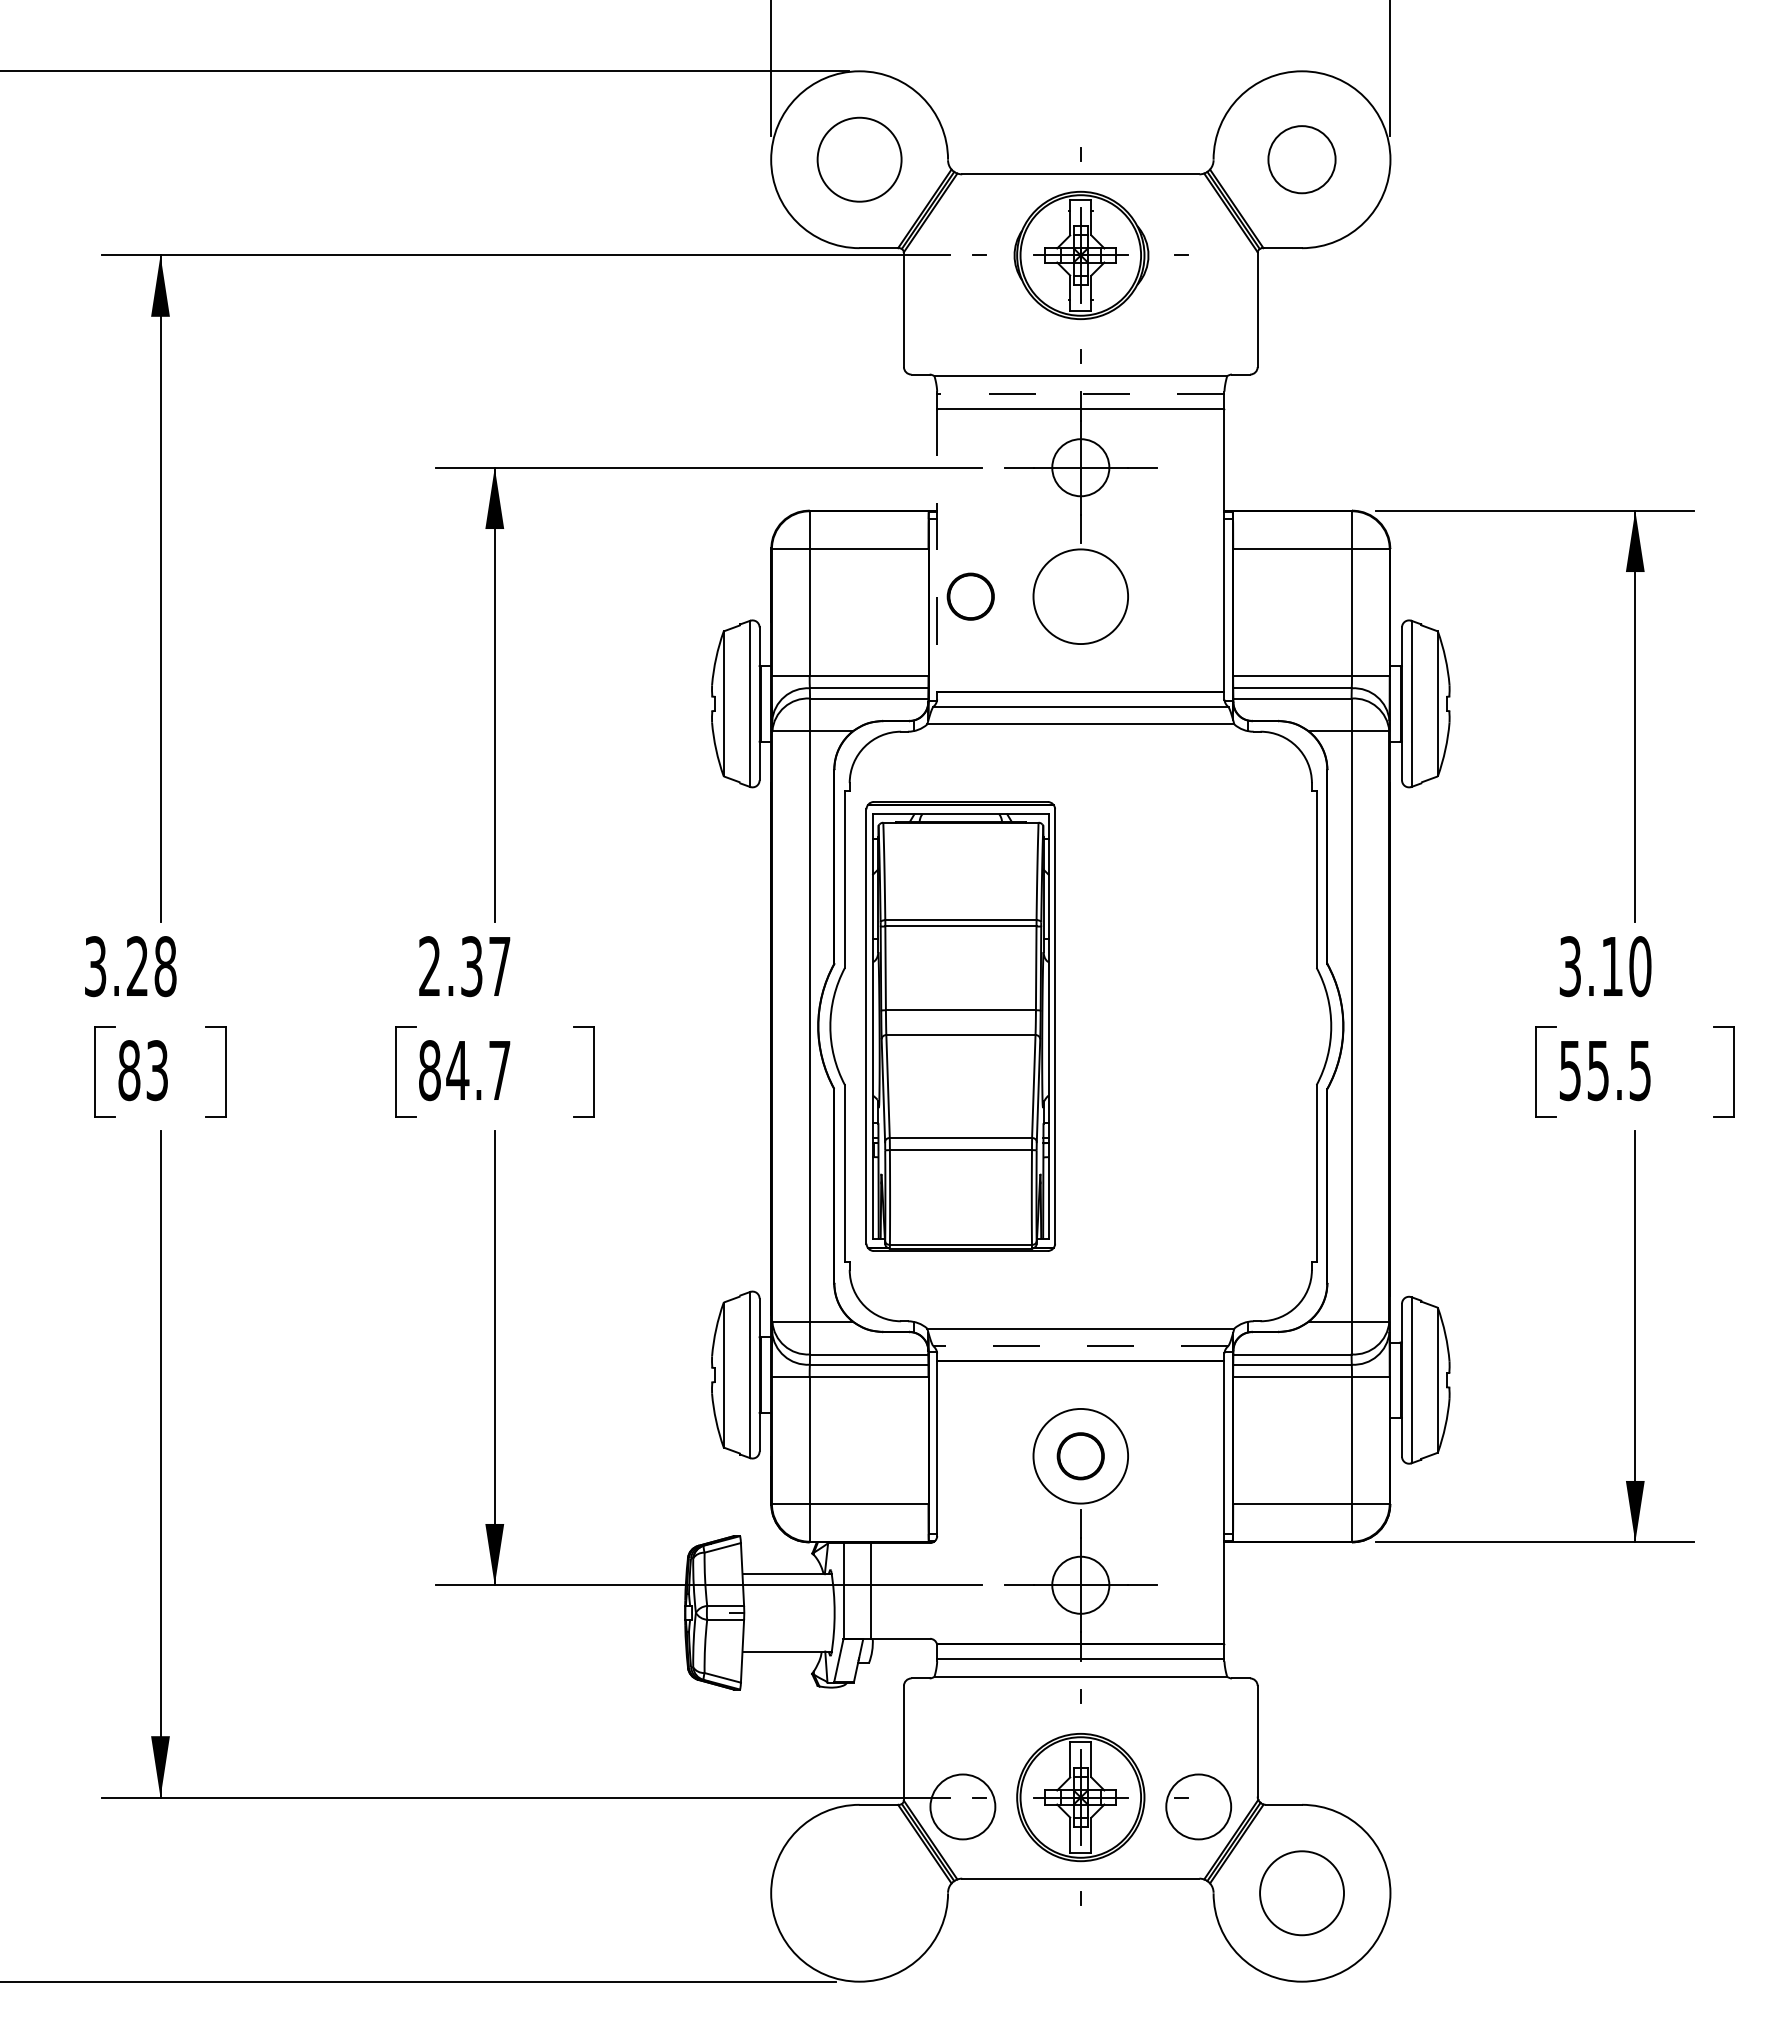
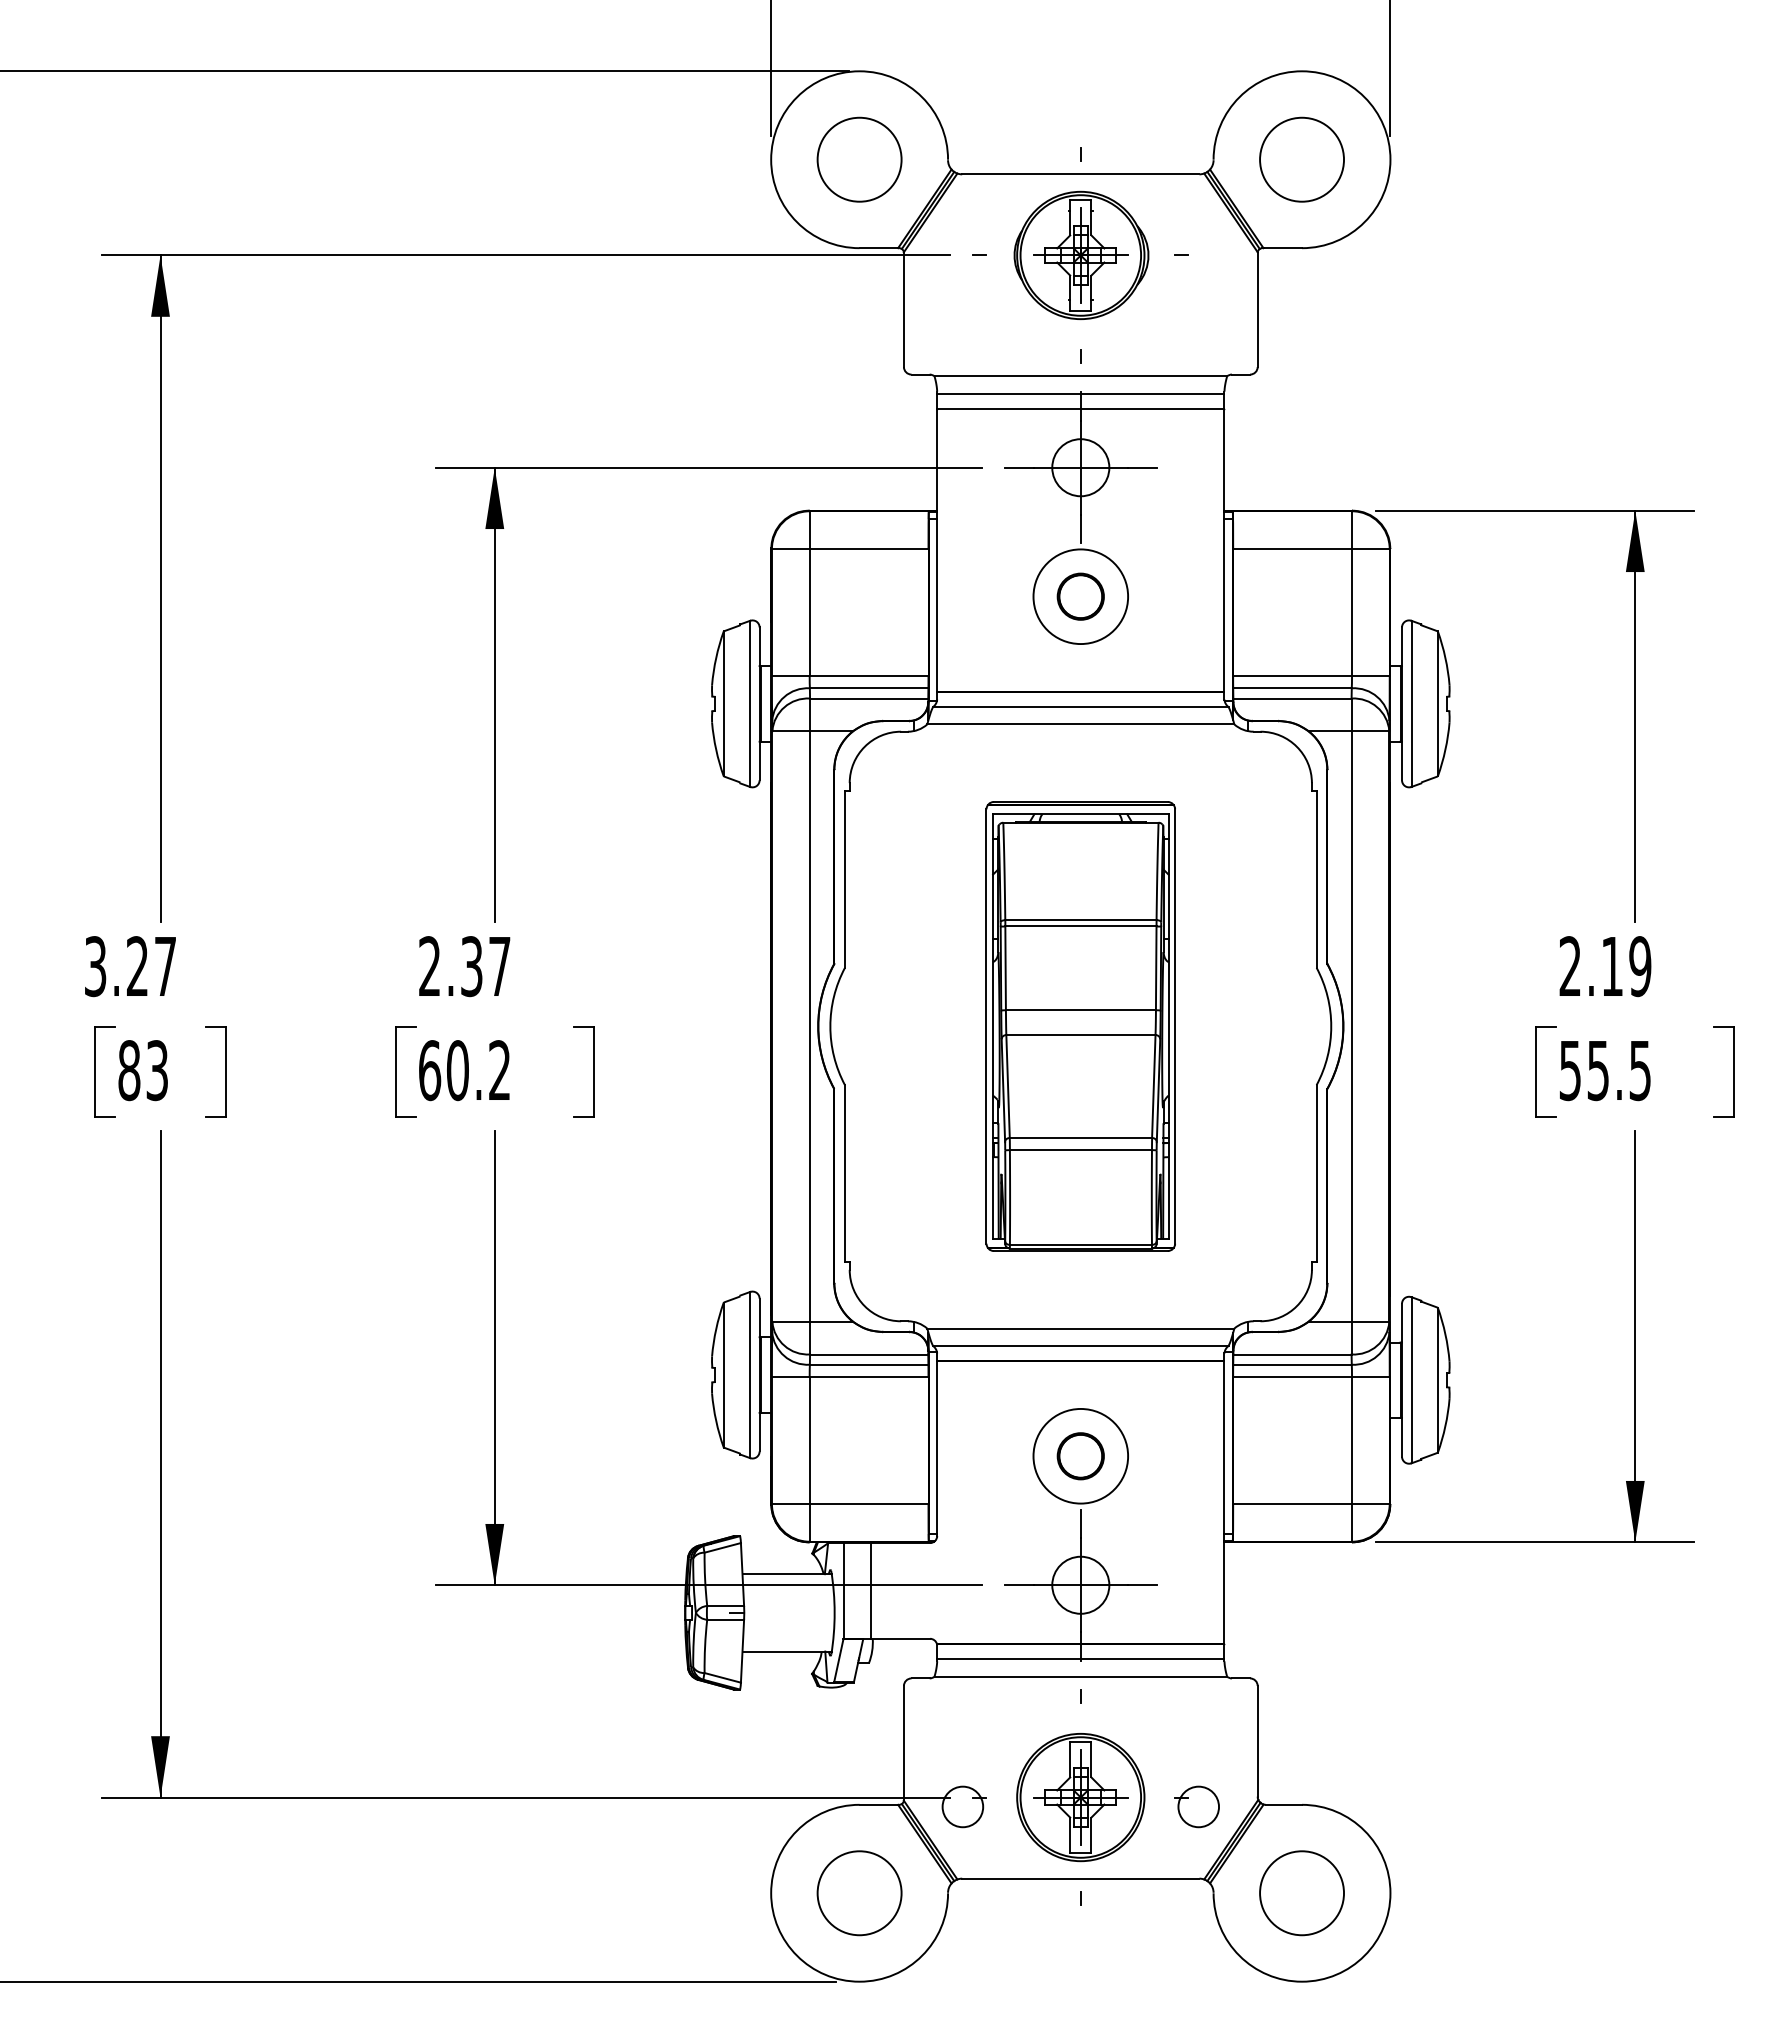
circle at (1301, 159) size: 70x70 px -> 86x87 px
line at (1080, 393): dashed -> solid
line at (937, 550): dashed -> solid
part at (970, 596) position: (970, 596) -> (1080, 596)
text at (165, 966): 3.28 -> 3.27
text at (1605, 966): 3.10 -> 2.19
part at (960, 1026) position: (960, 1026) -> (1080, 1026)
text at (464, 1070): 84.7 -> 60.2
line at (1080, 1345): dashed -> solid
circle at (962, 1806) diameter: 65 px -> 41 px
circle at (1198, 1806) diameter: 65 px -> 41 px
circle at (859, 1893): none -> present
